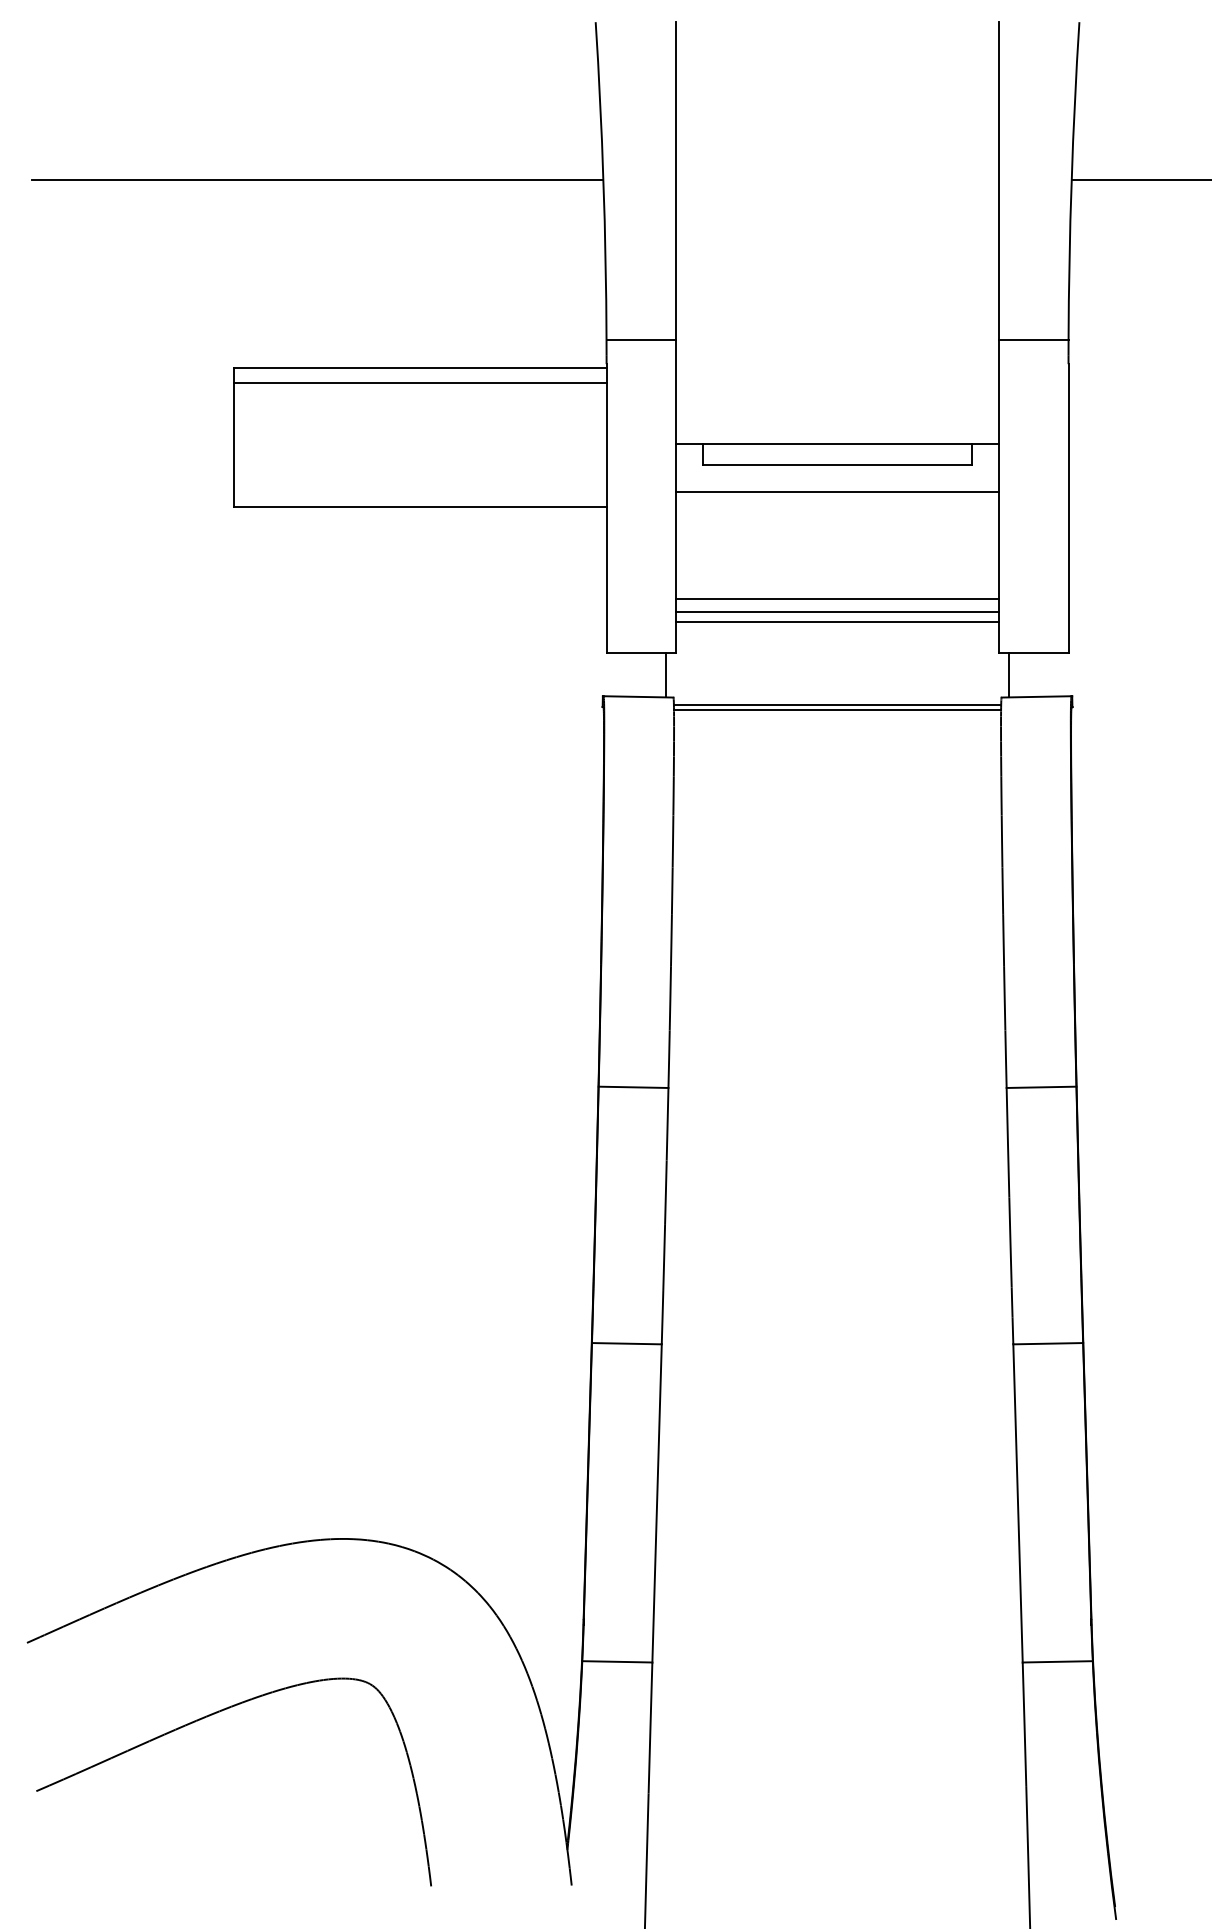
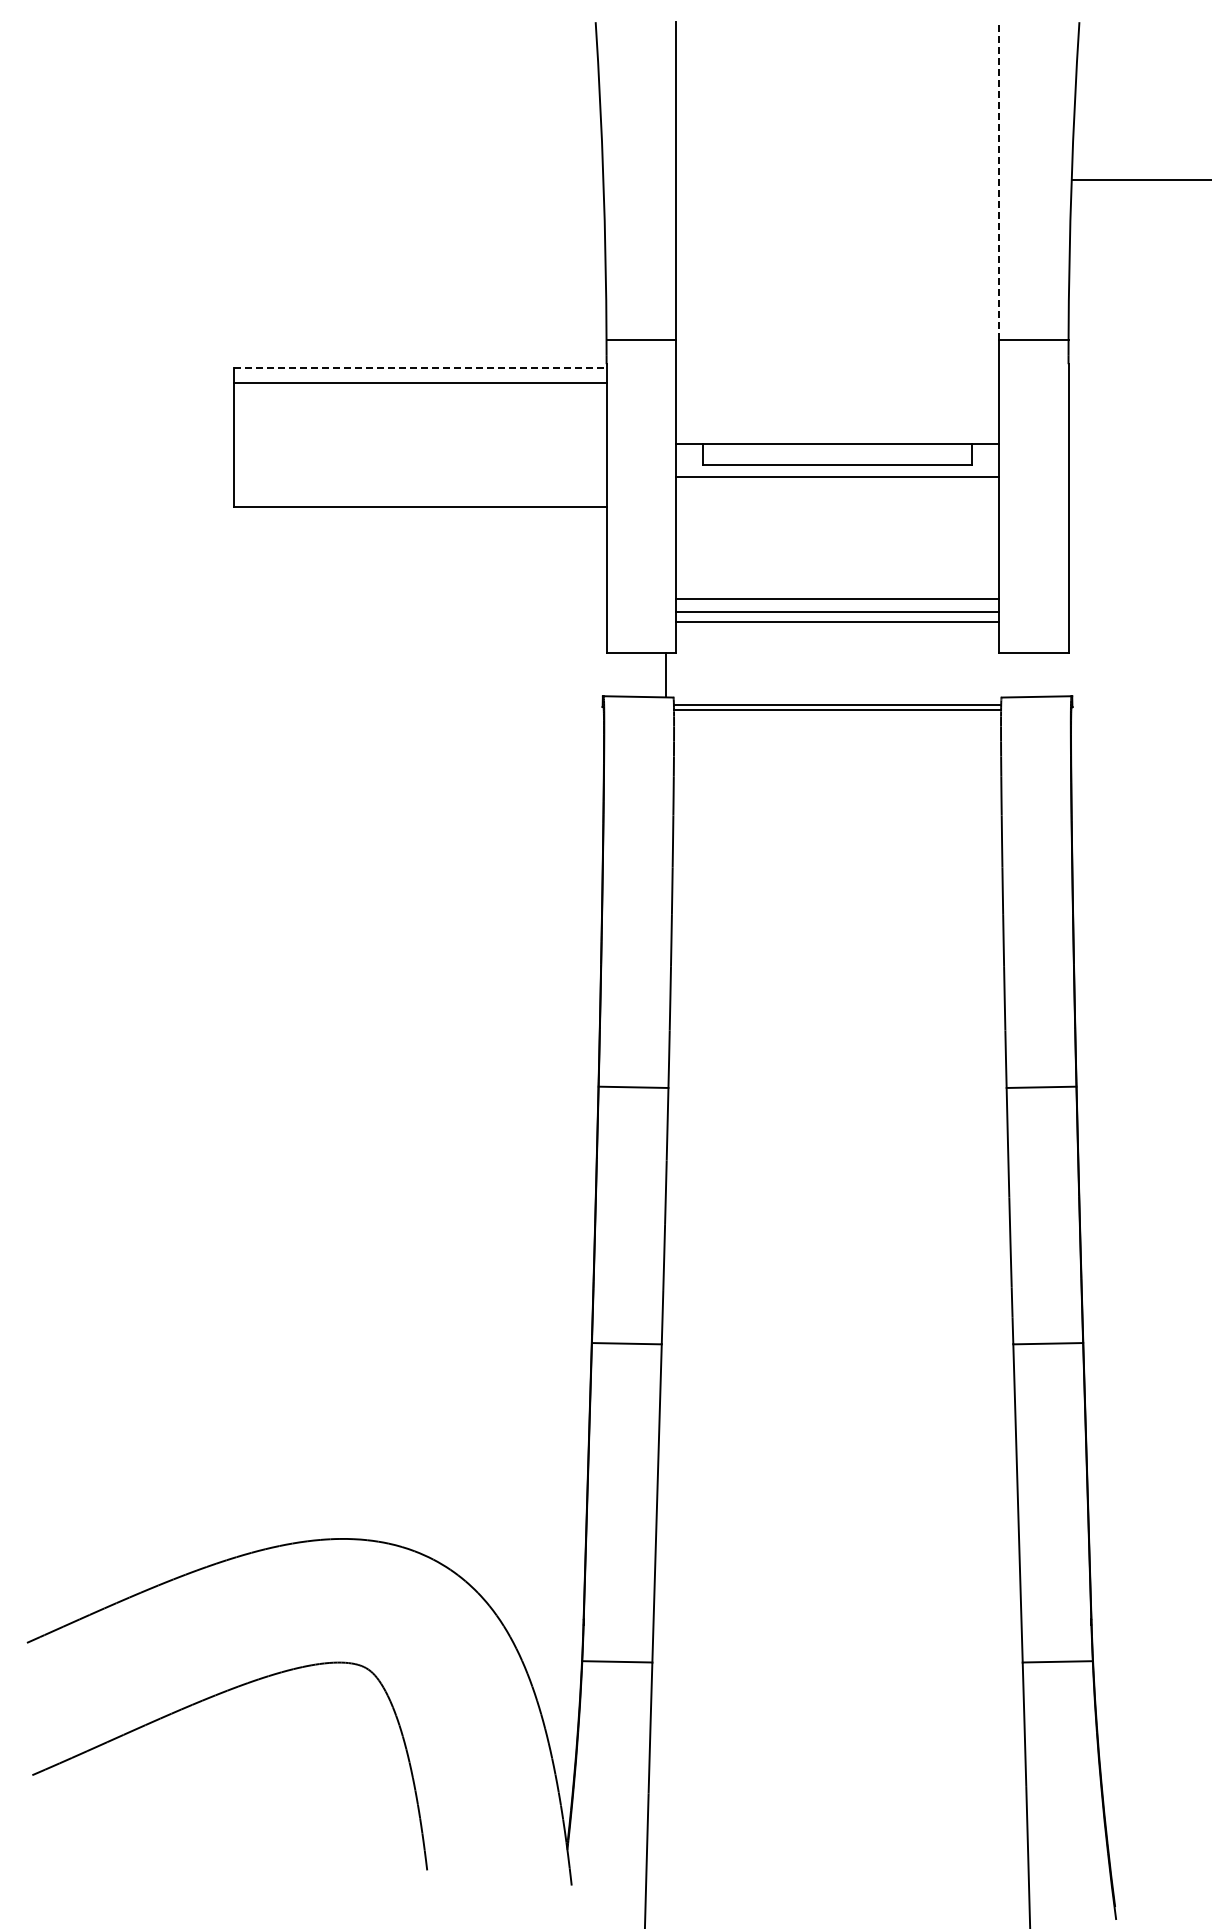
line at (317, 180): present -> none
line at (998, 181): solid -> dashed
line at (420, 368): solid -> dashed
line at (837, 491) position: (837, 491) -> (837, 476)
line at (1009, 675): present -> none
part at (207, 1717) position: (207, 1717) -> (203, 1701)
